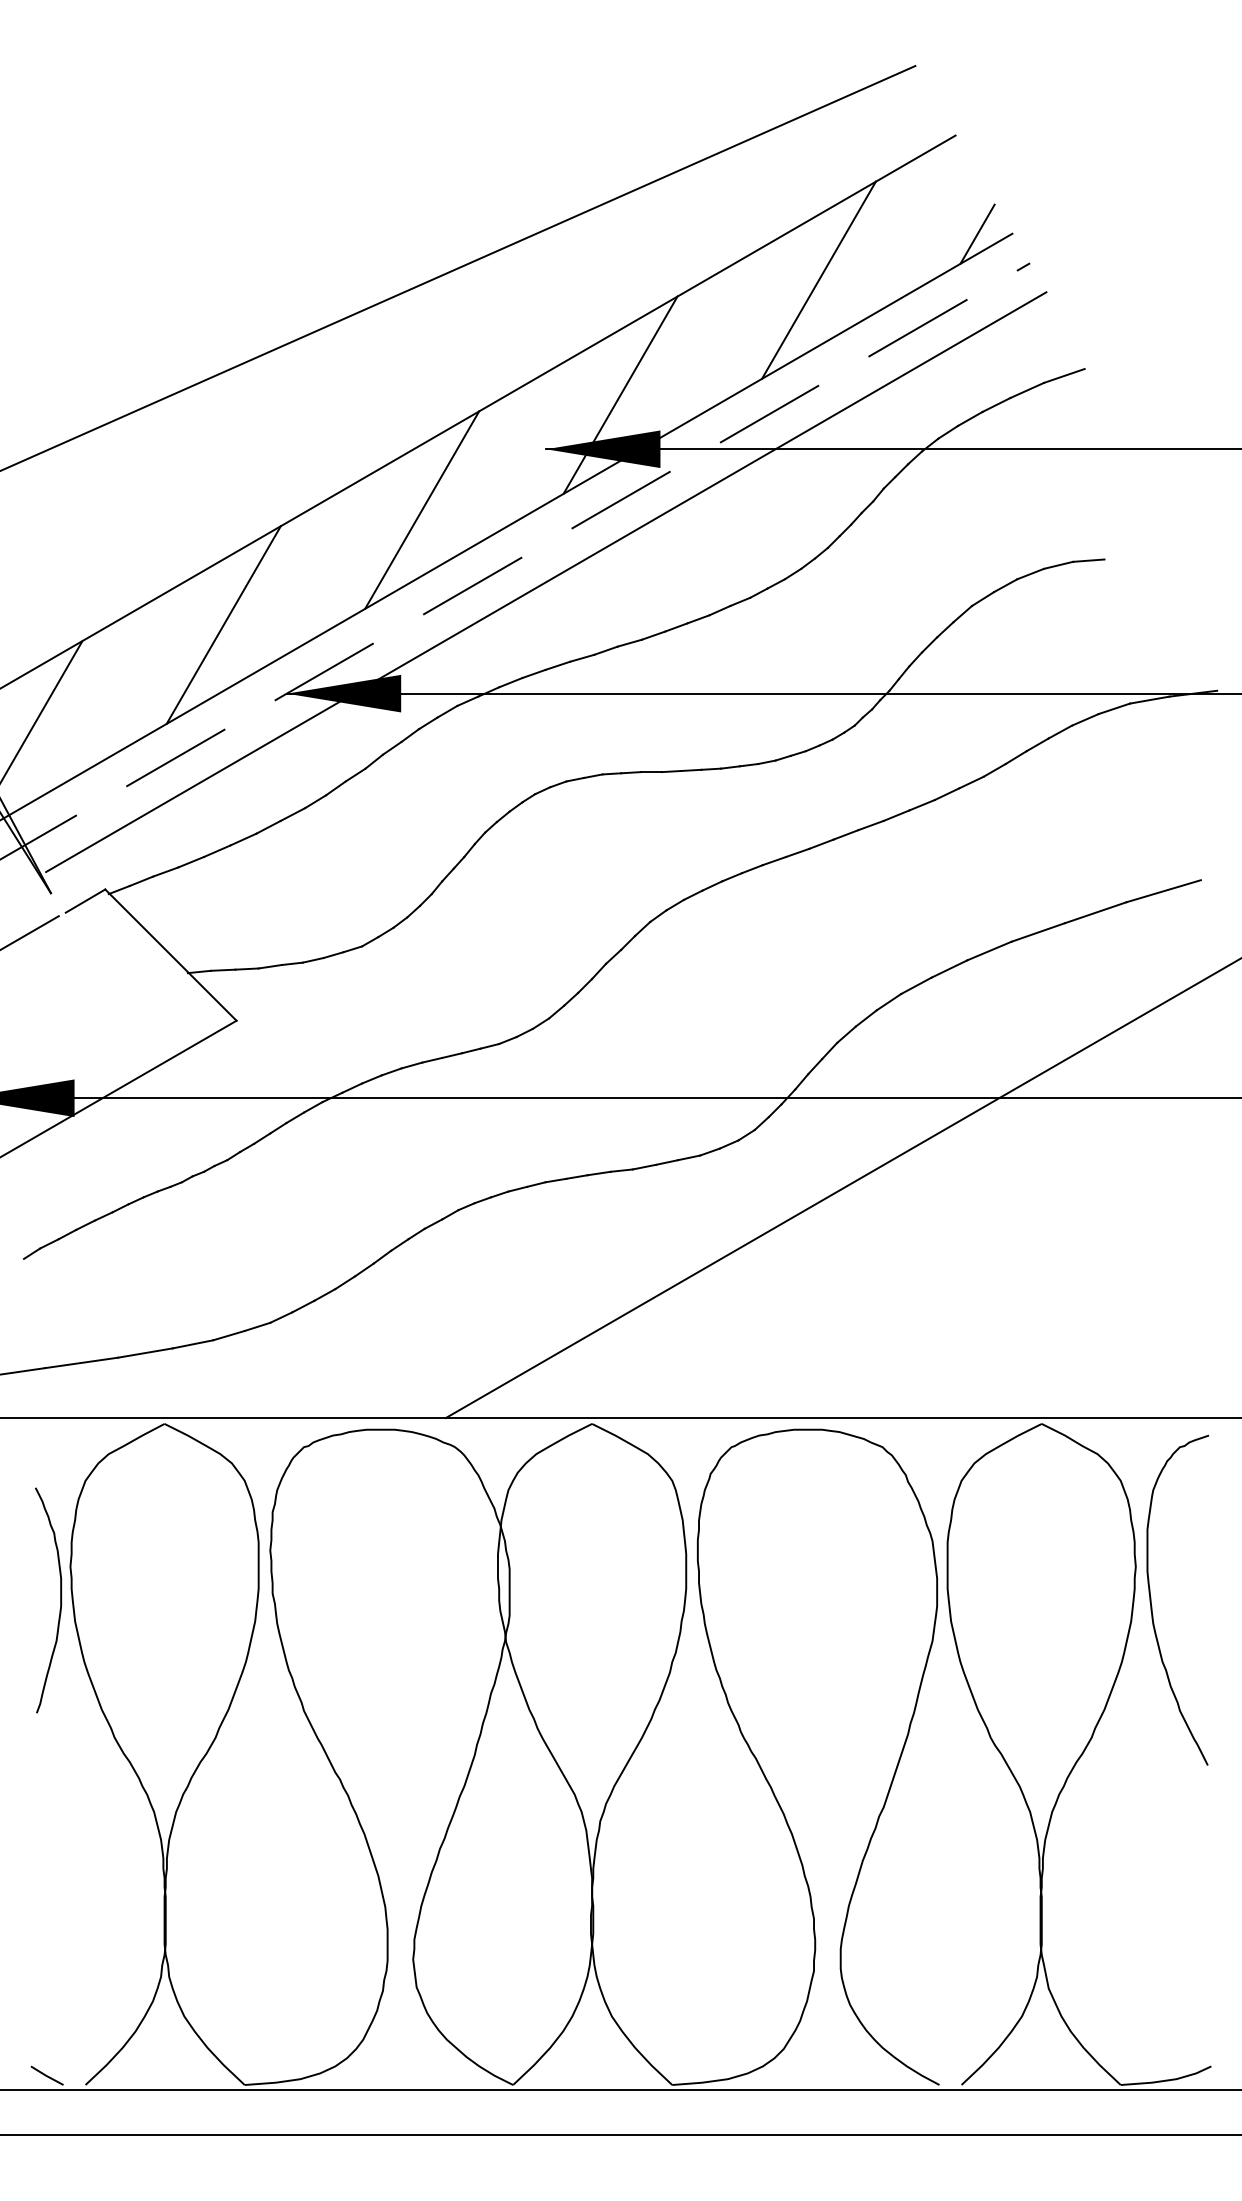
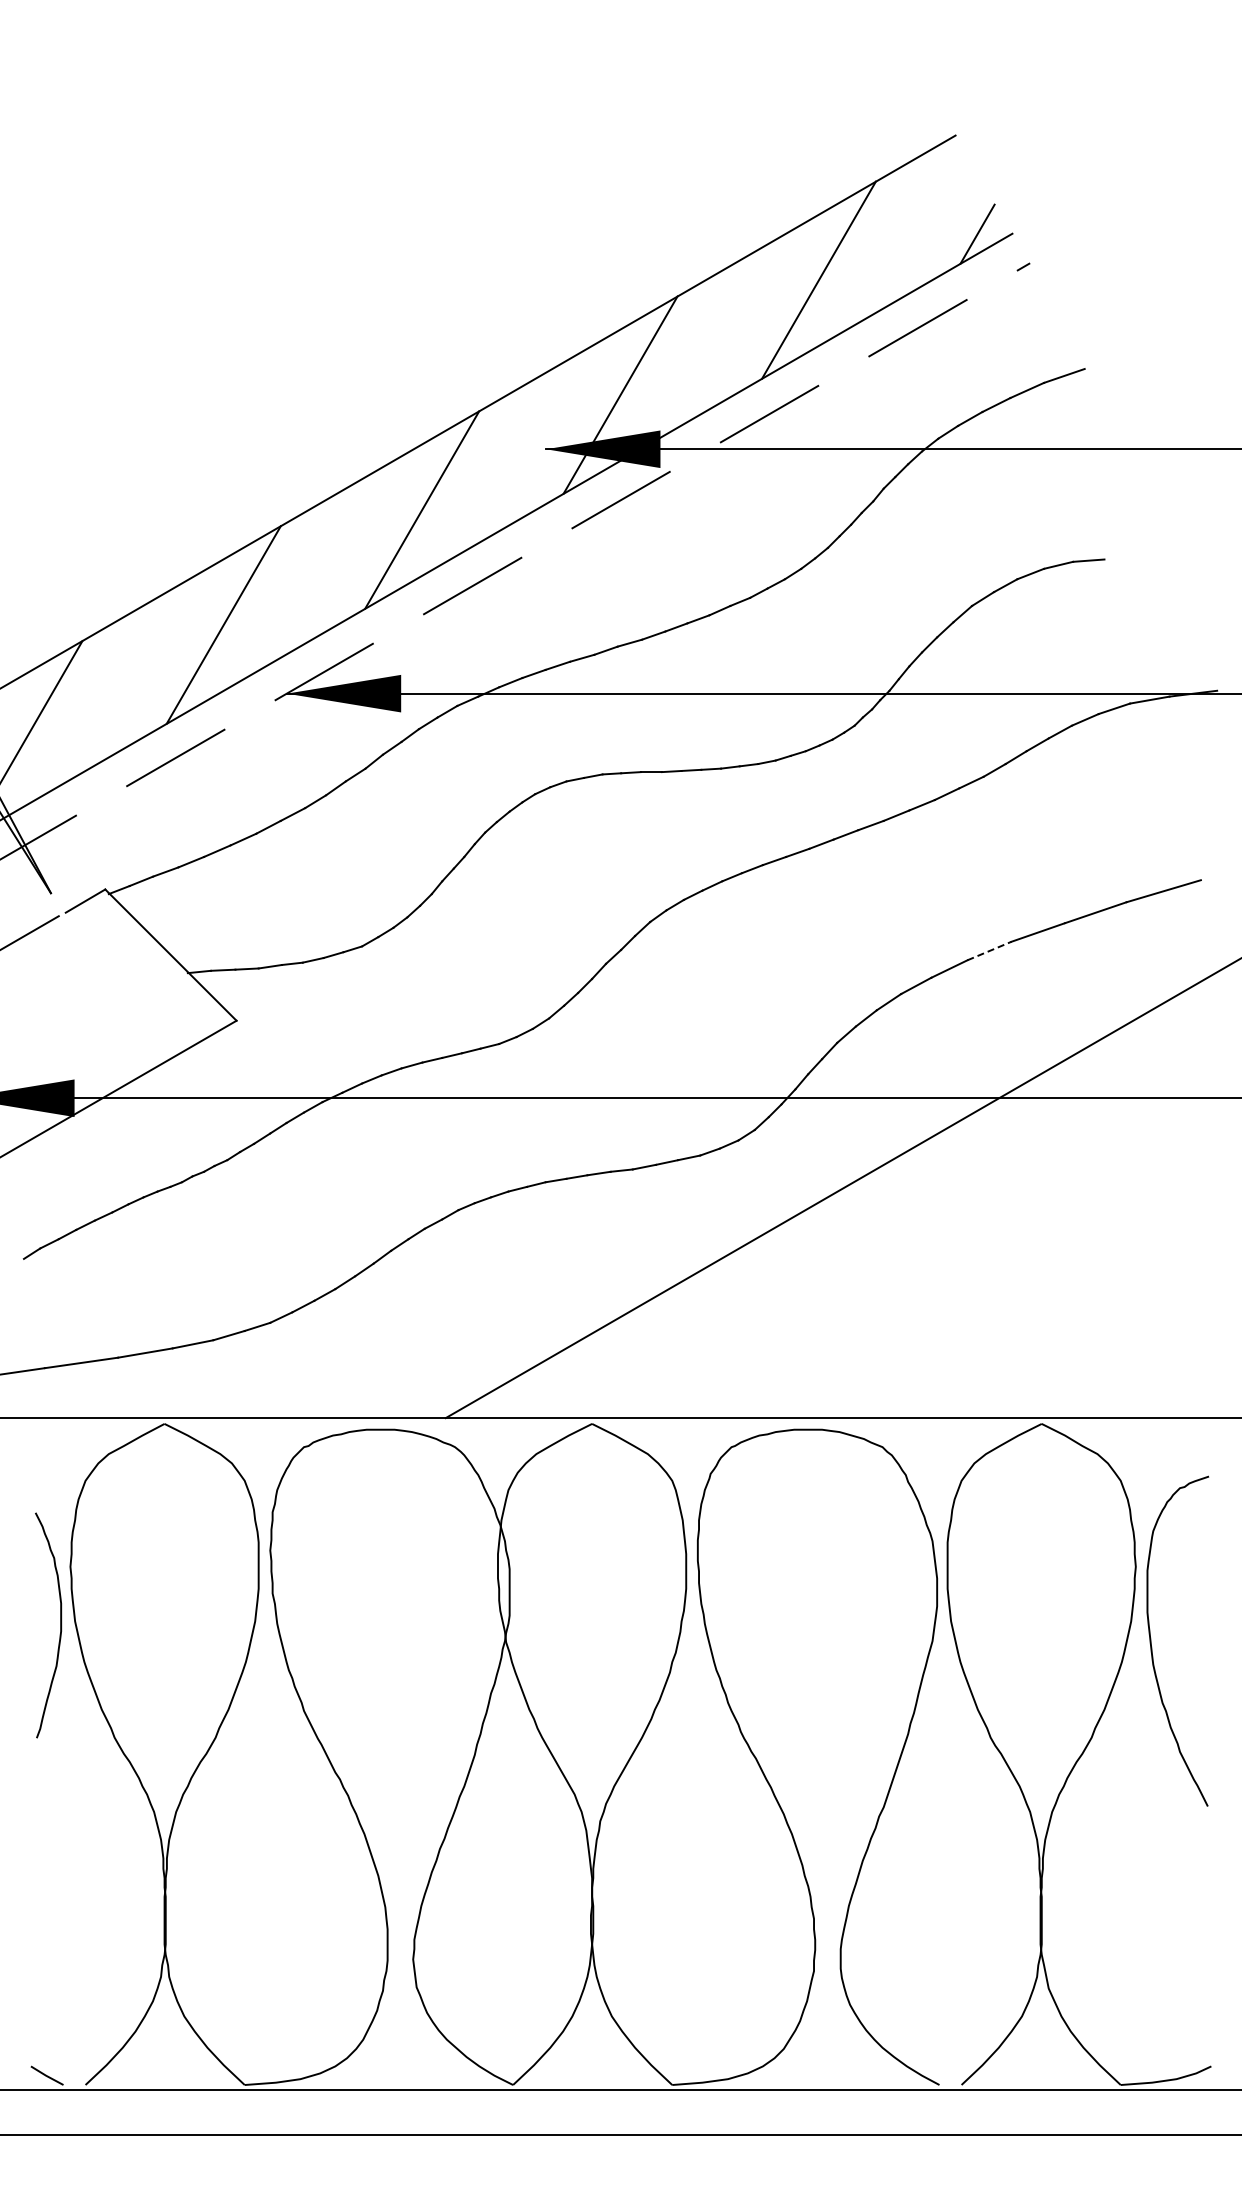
line at (458, 268): present -> none
line at (546, 582): present -> none
line at (989, 951): solid -> dashed
curve at (60, 1600) position: (60, 1600) -> (60, 1625)
curve at (1152, 1606) position: (1152, 1606) -> (1152, 1647)
